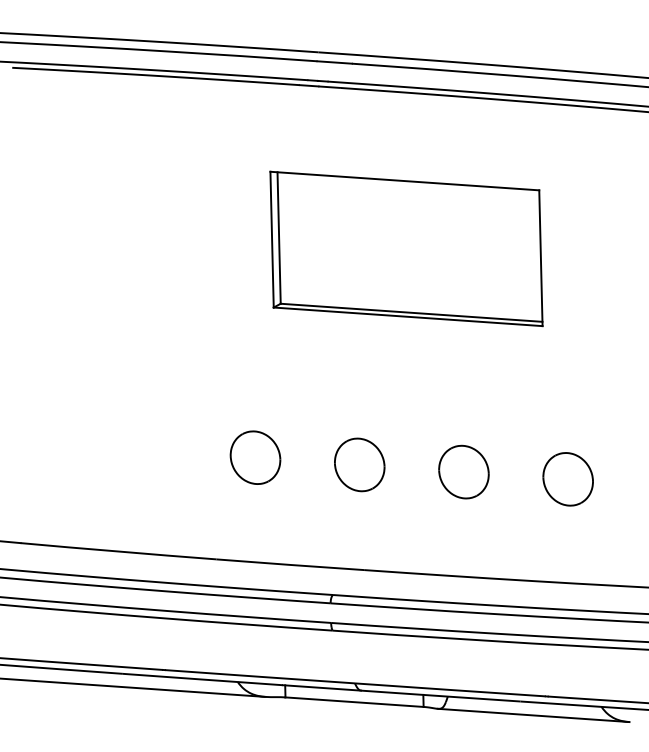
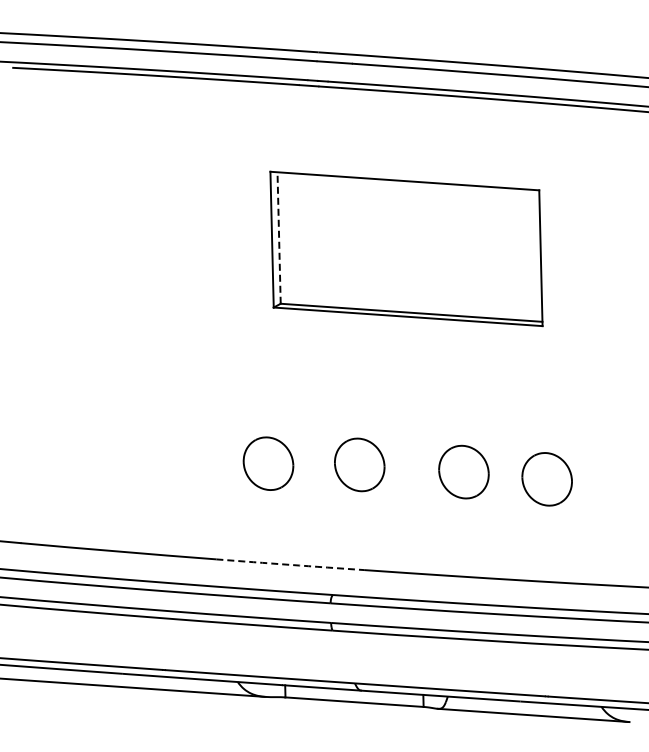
line at (279, 238): solid -> dashed
part at (255, 457) position: (255, 457) -> (268, 463)
part at (567, 479) position: (567, 479) -> (546, 479)
arc at (290, 564): solid -> dashed
